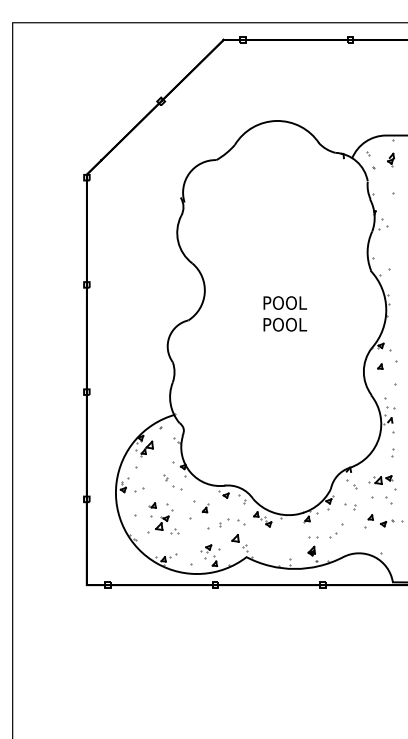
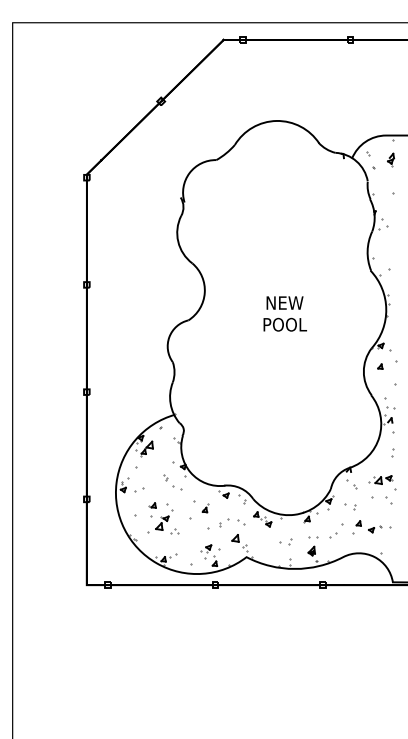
text at (284, 302): POOL -> NEW
part at (383, 521) position: (383, 521) -> (371, 527)
part at (285, 541): none -> present
